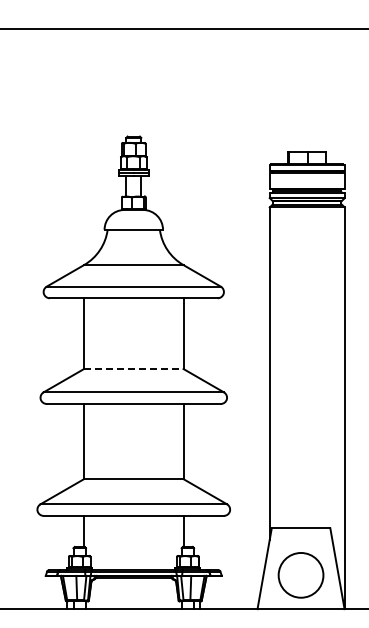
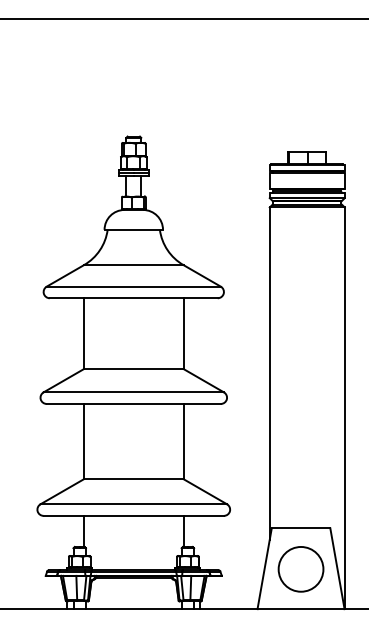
line at (183, 28) position: (183, 28) -> (183, 18)
line at (133, 369): dashed -> solid
circle at (300, 575) position: (300, 575) -> (300, 569)
